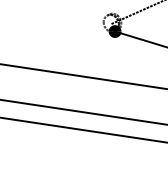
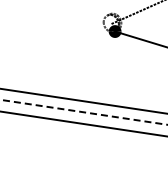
line at (83, 76) position: (83, 76) -> (83, 101)
line at (84, 112): solid -> dashed
line at (83, 129) position: (83, 129) -> (83, 123)
